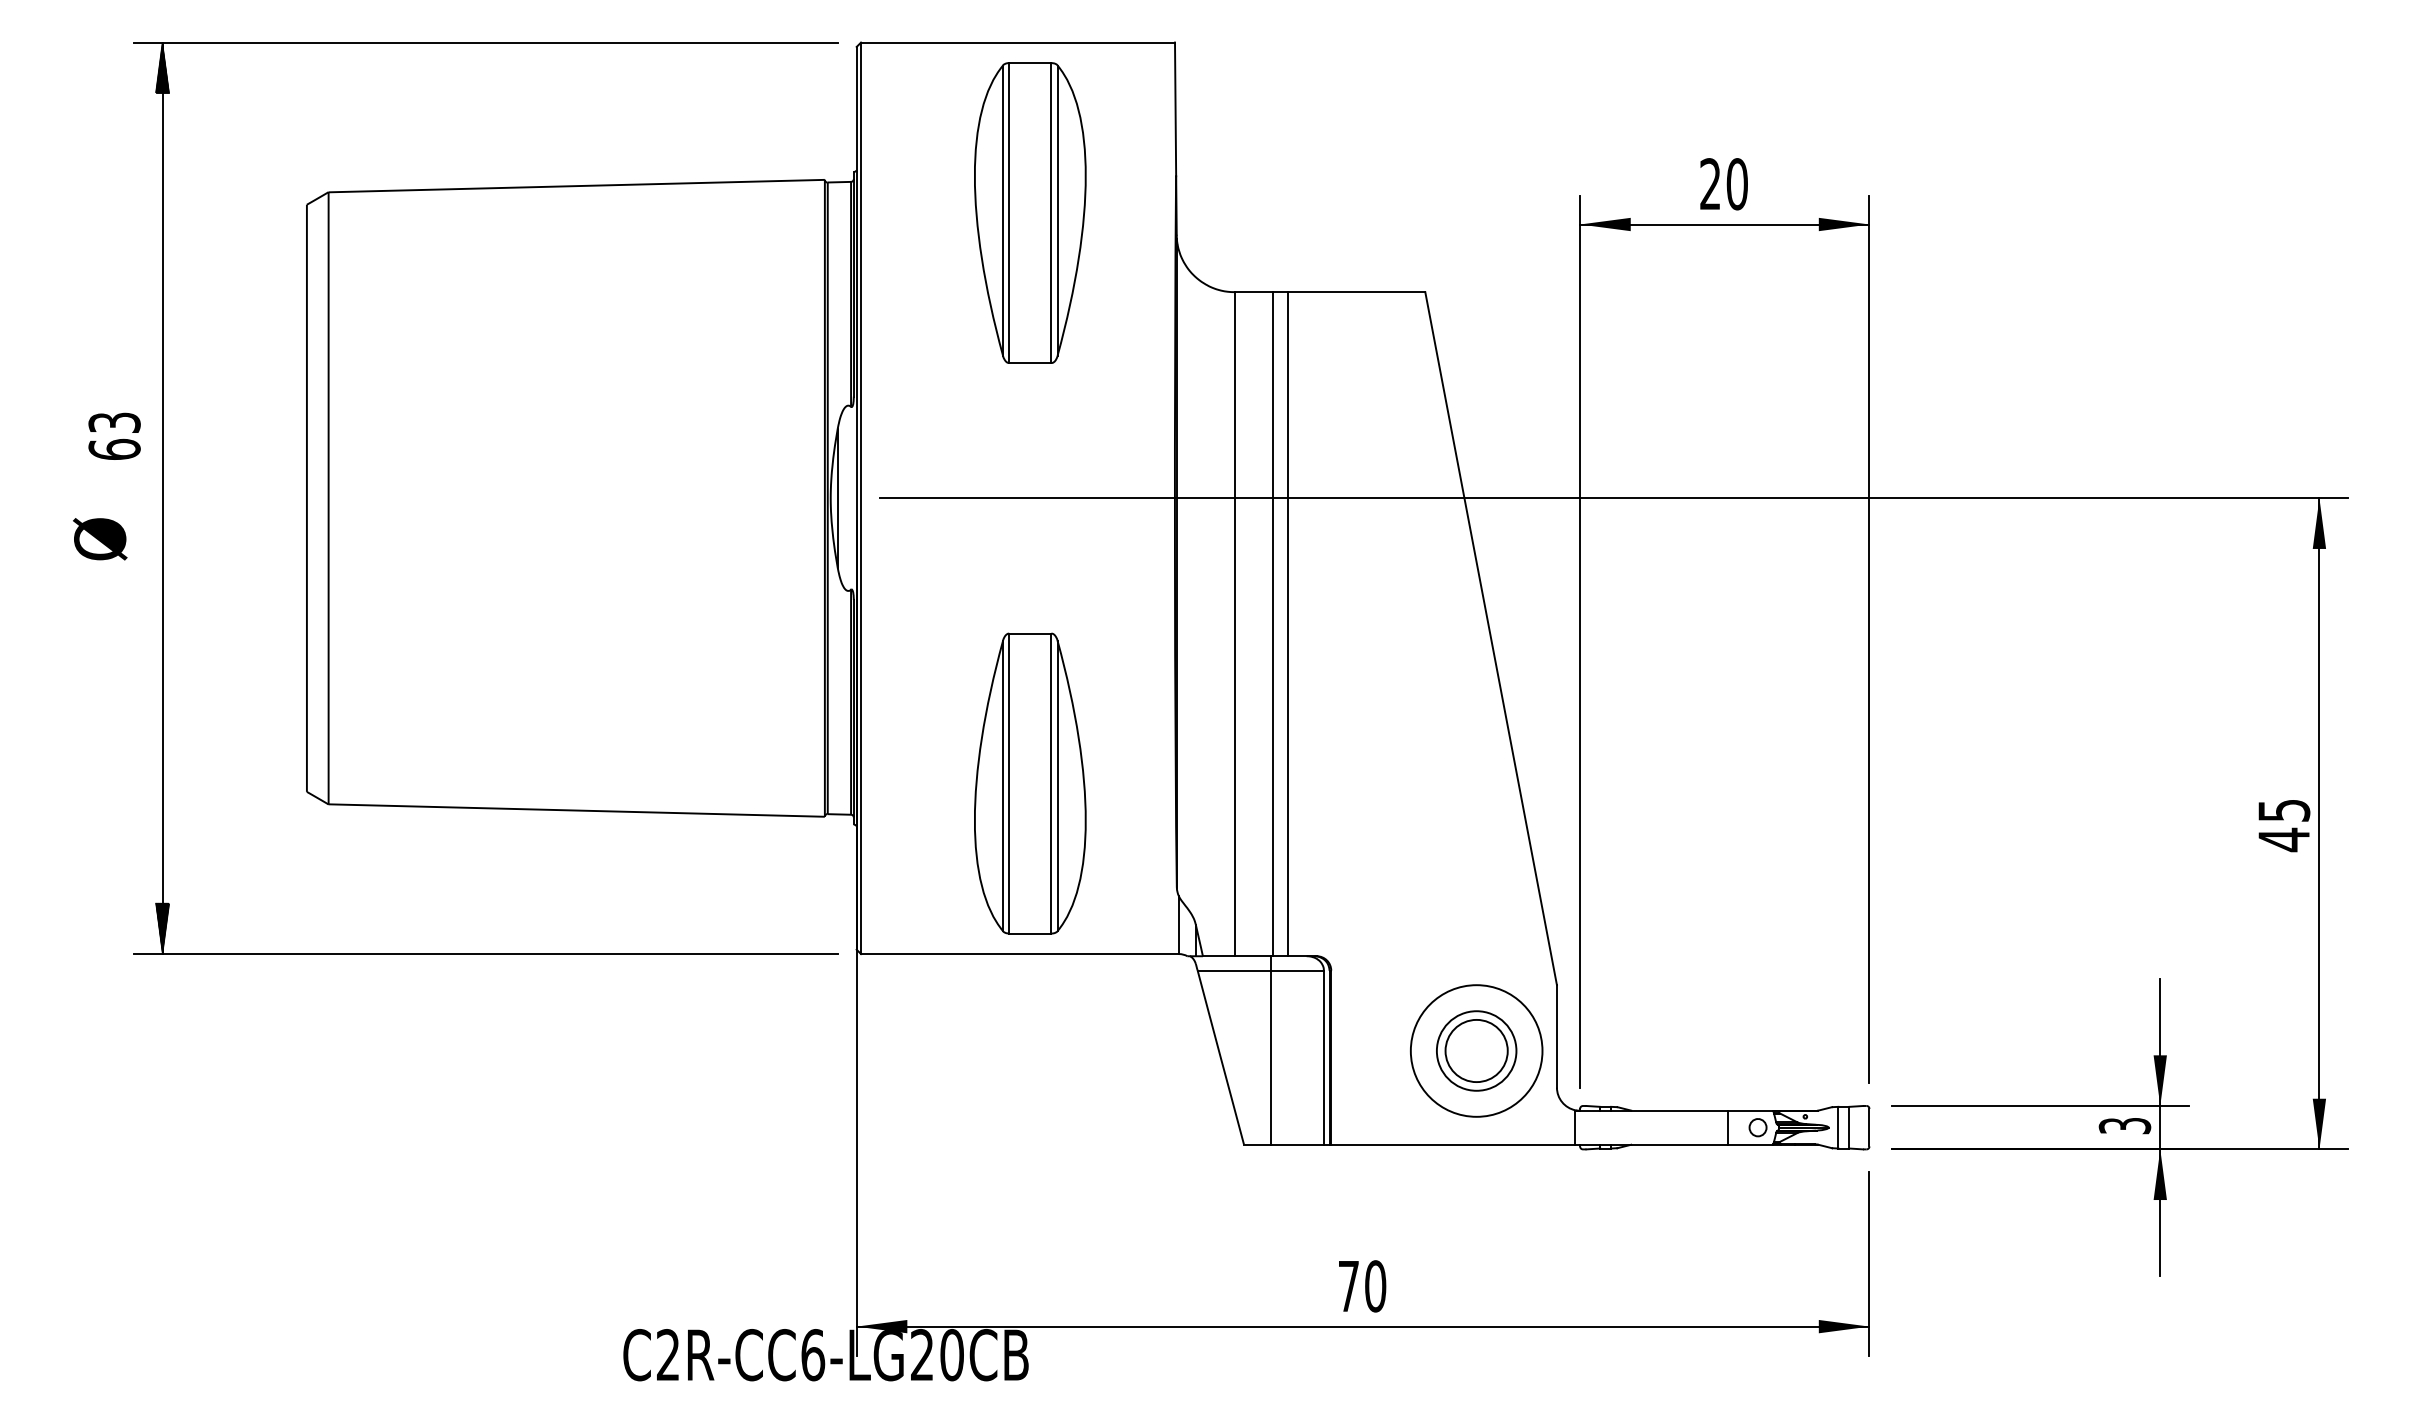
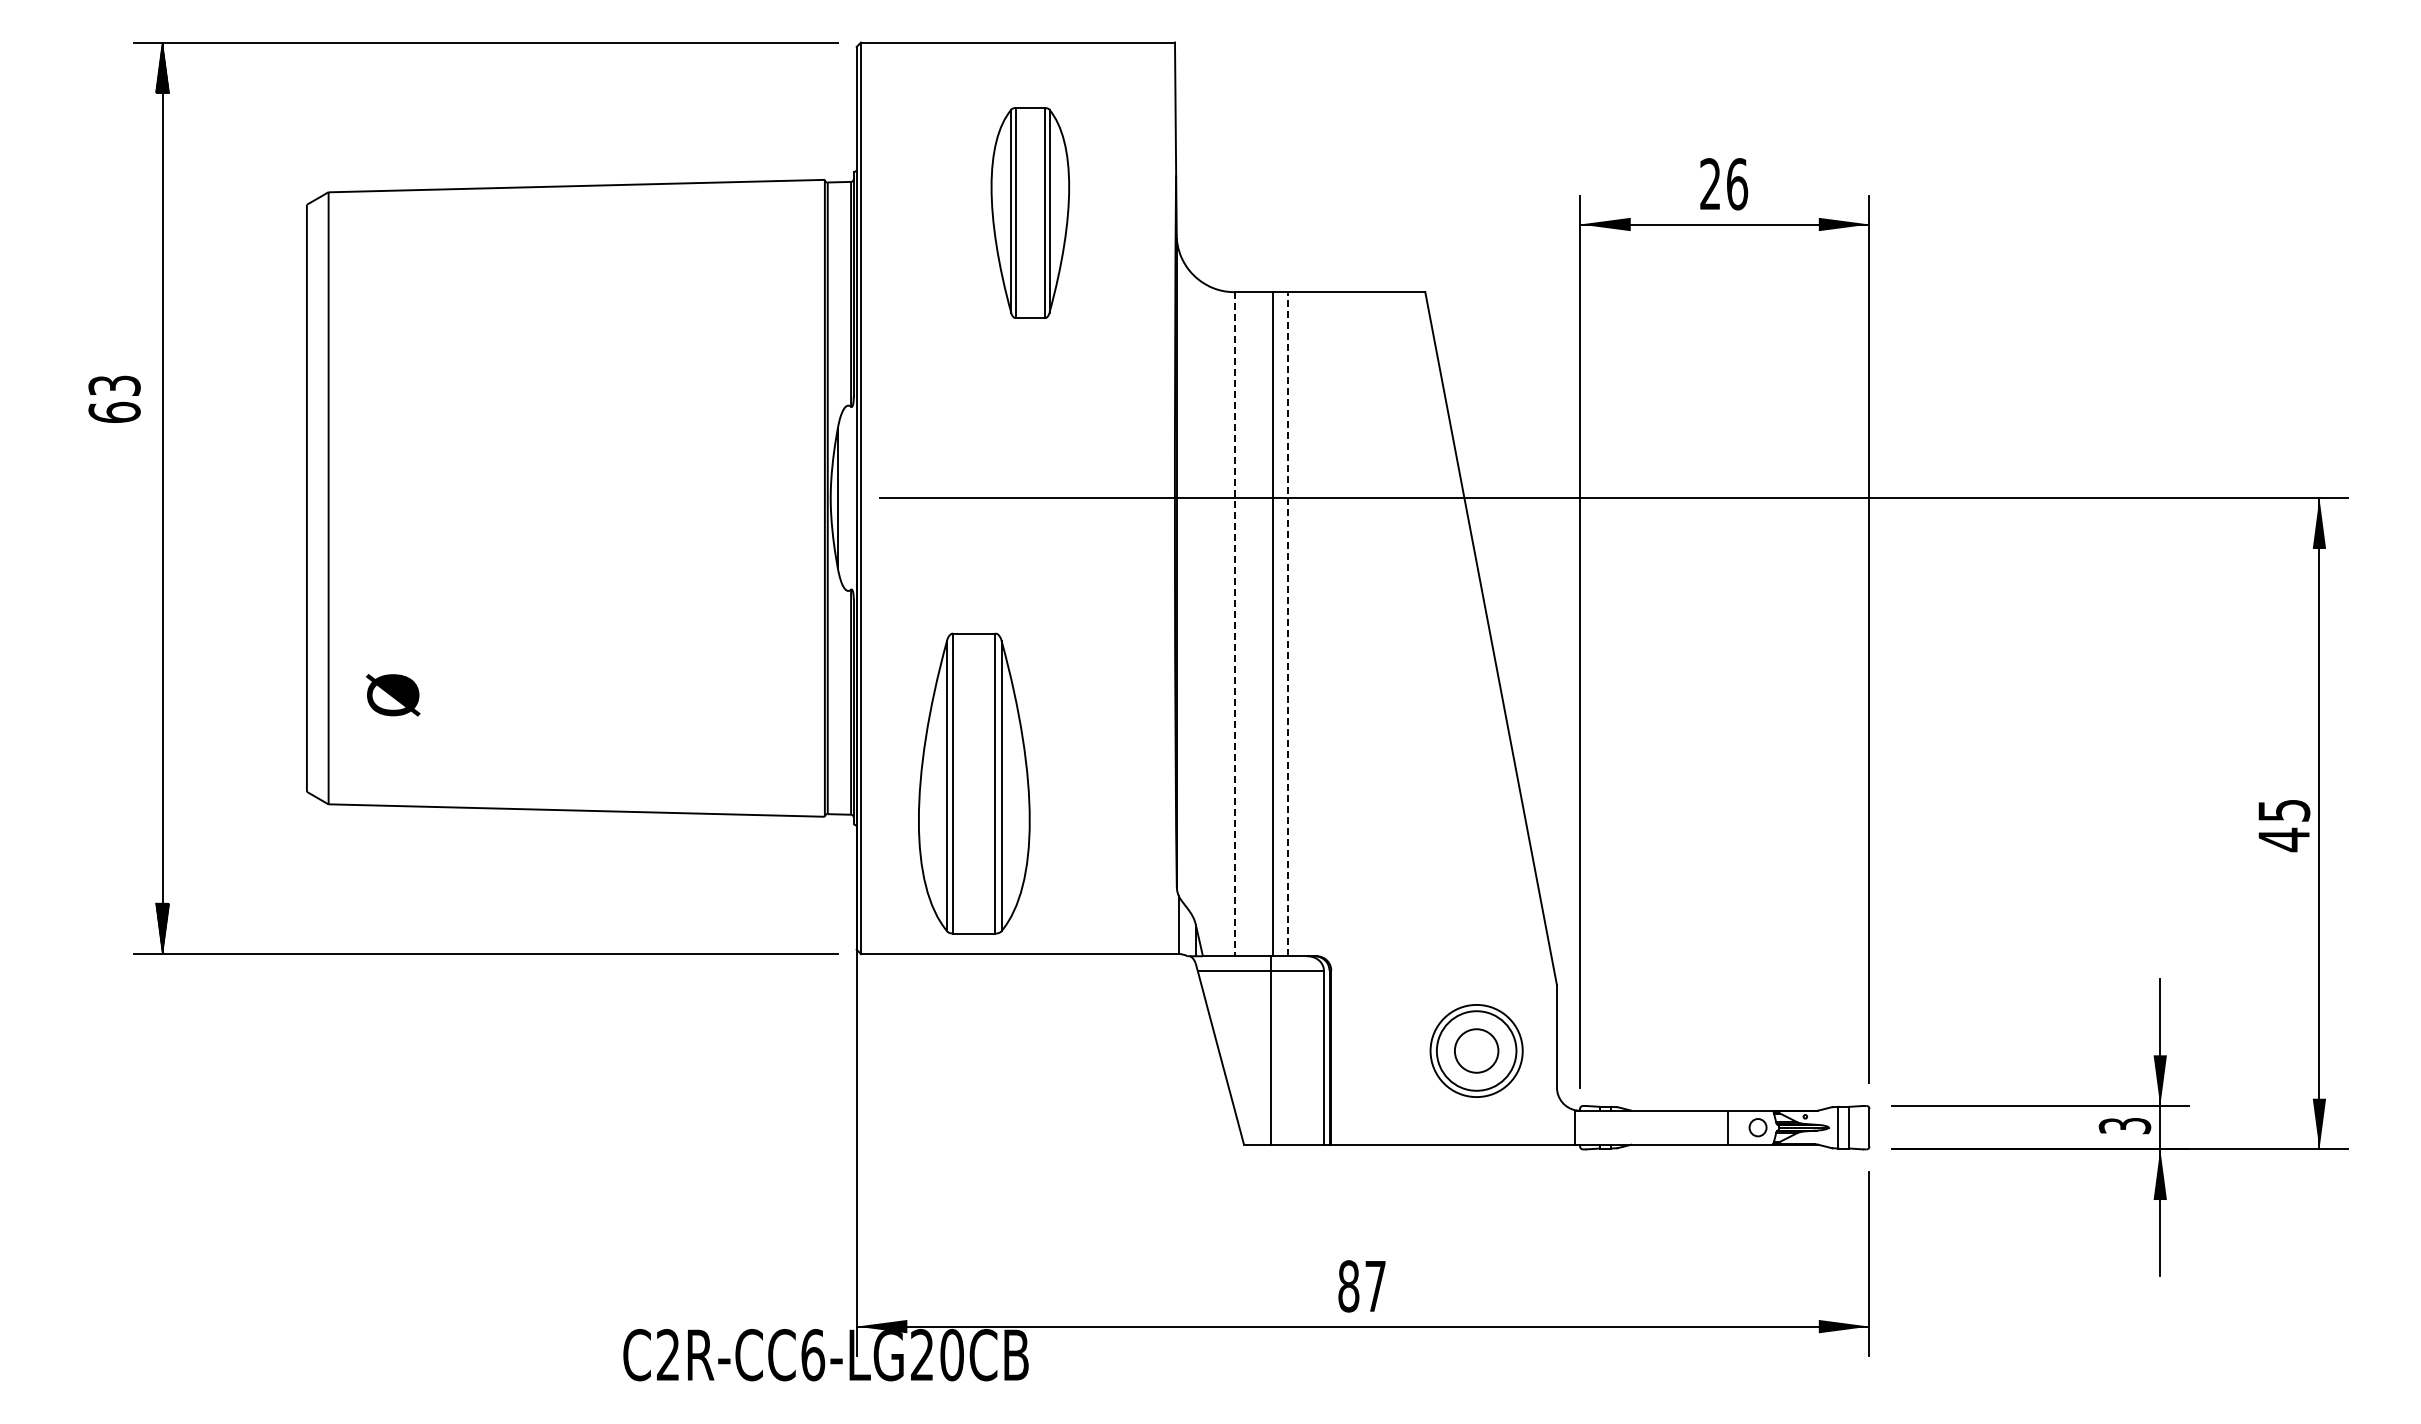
text at (1737, 184): 20 -> 26
part at (1030, 212) size: 113x302 px -> 80x212 px
text at (114, 435) position: (114, 435) -> (114, 398)
text at (100, 539) position: (100, 539) -> (393, 695)
line at (1287, 623): solid -> dashed
line at (1234, 624): solid -> dashed
part at (1030, 783) position: (1030, 783) -> (974, 783)
circle at (1476, 1050) diameter: 132 px -> 92 px
circle at (1476, 1050) diameter: 62 px -> 44 px
text at (1362, 1286): 70 -> 87
